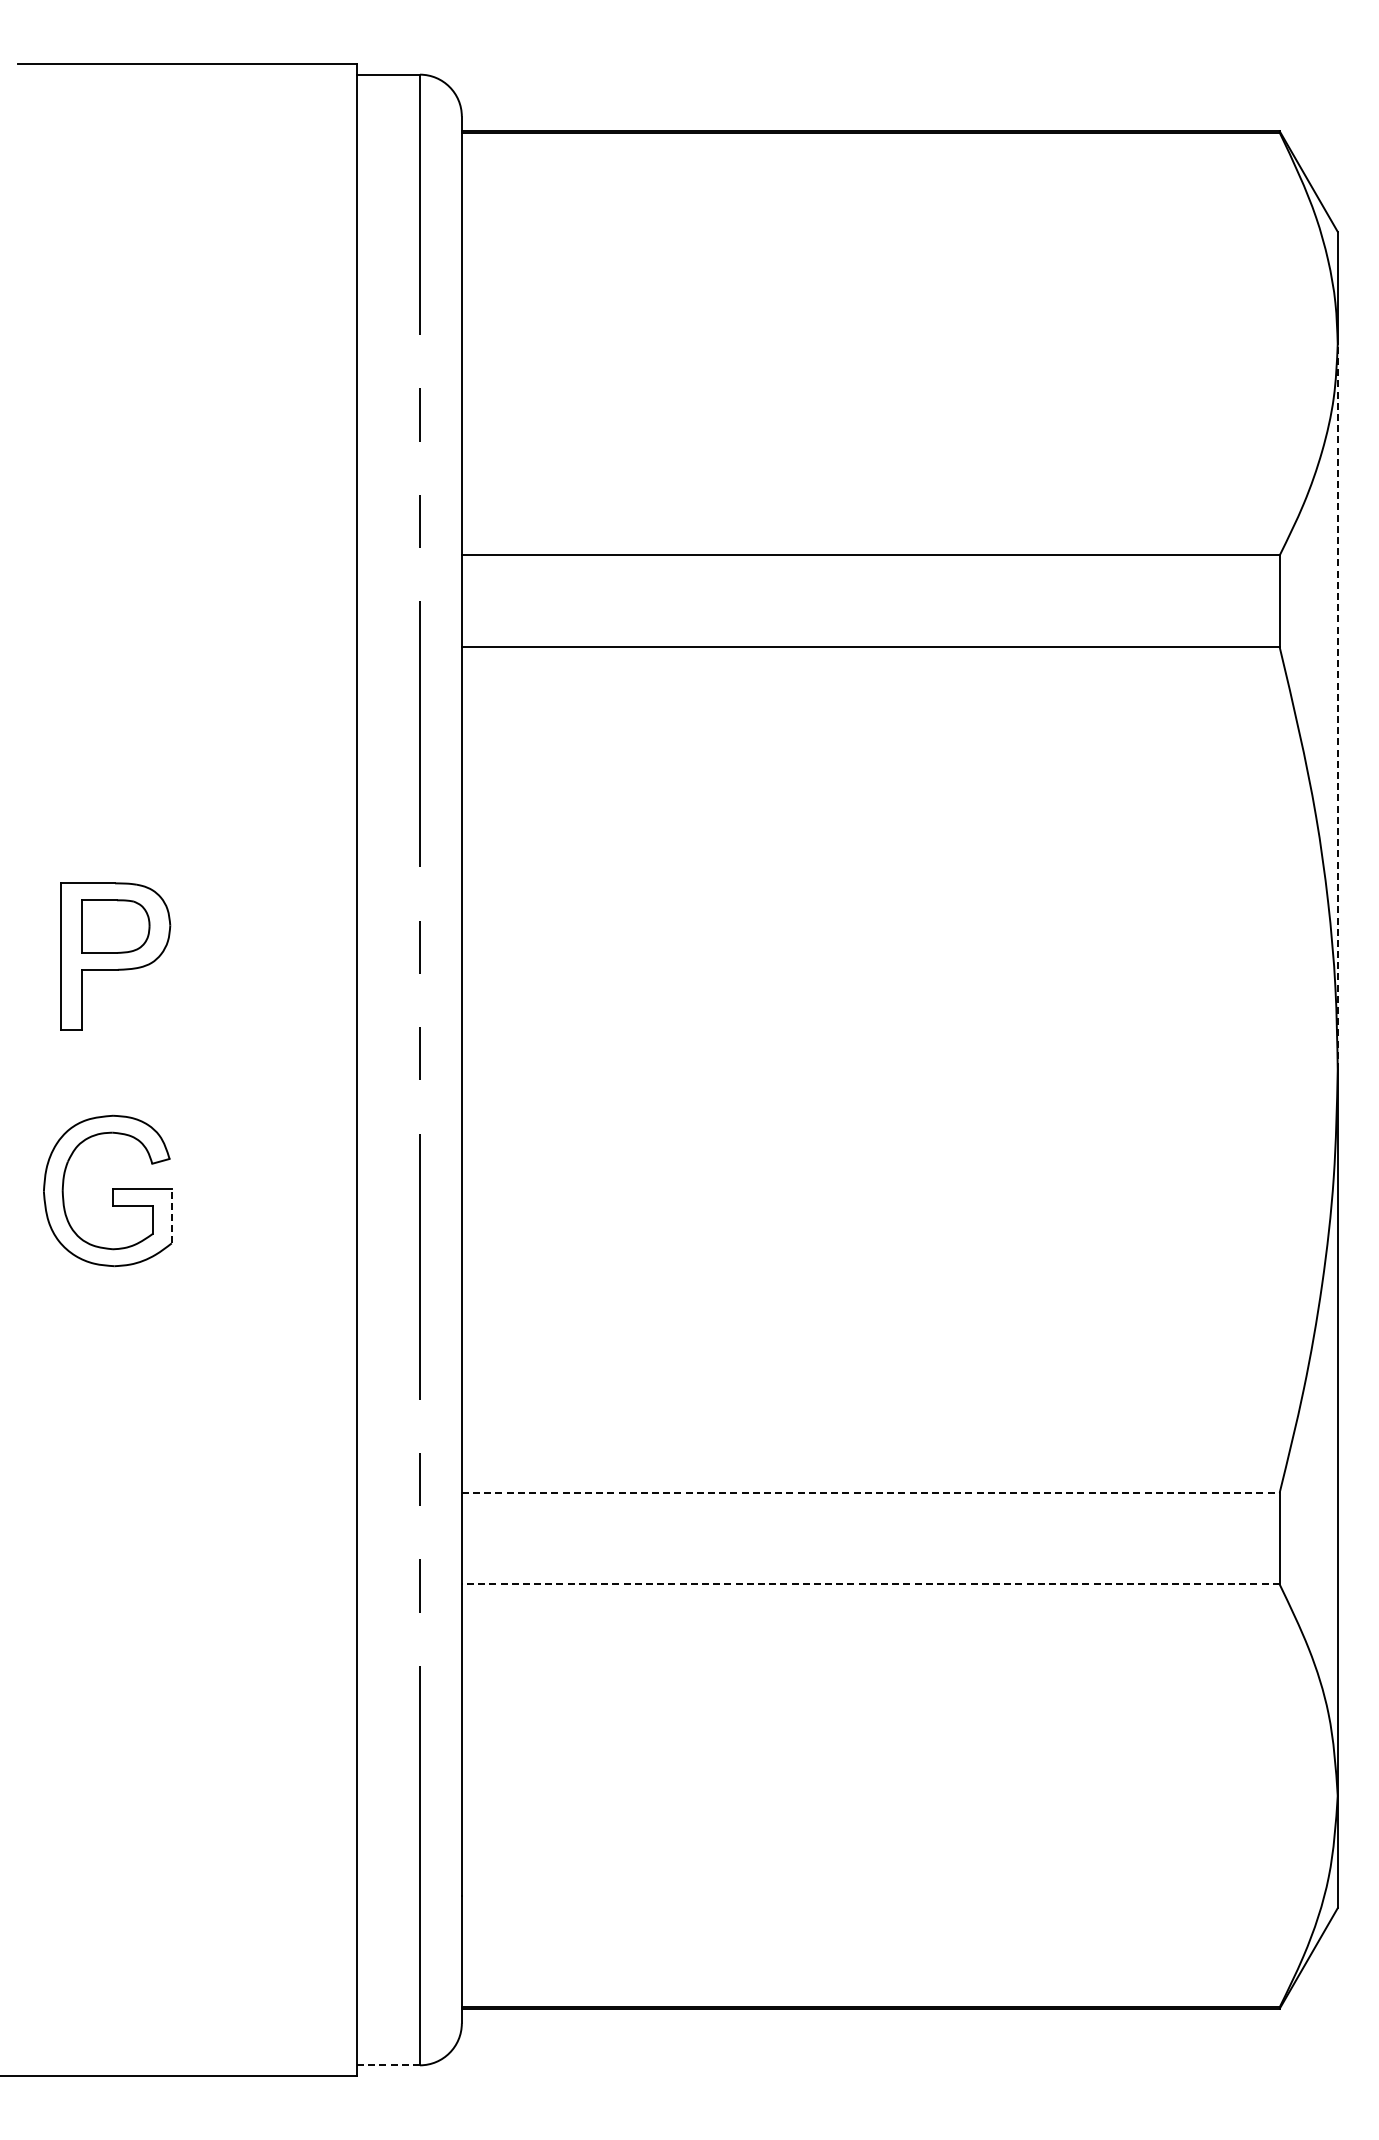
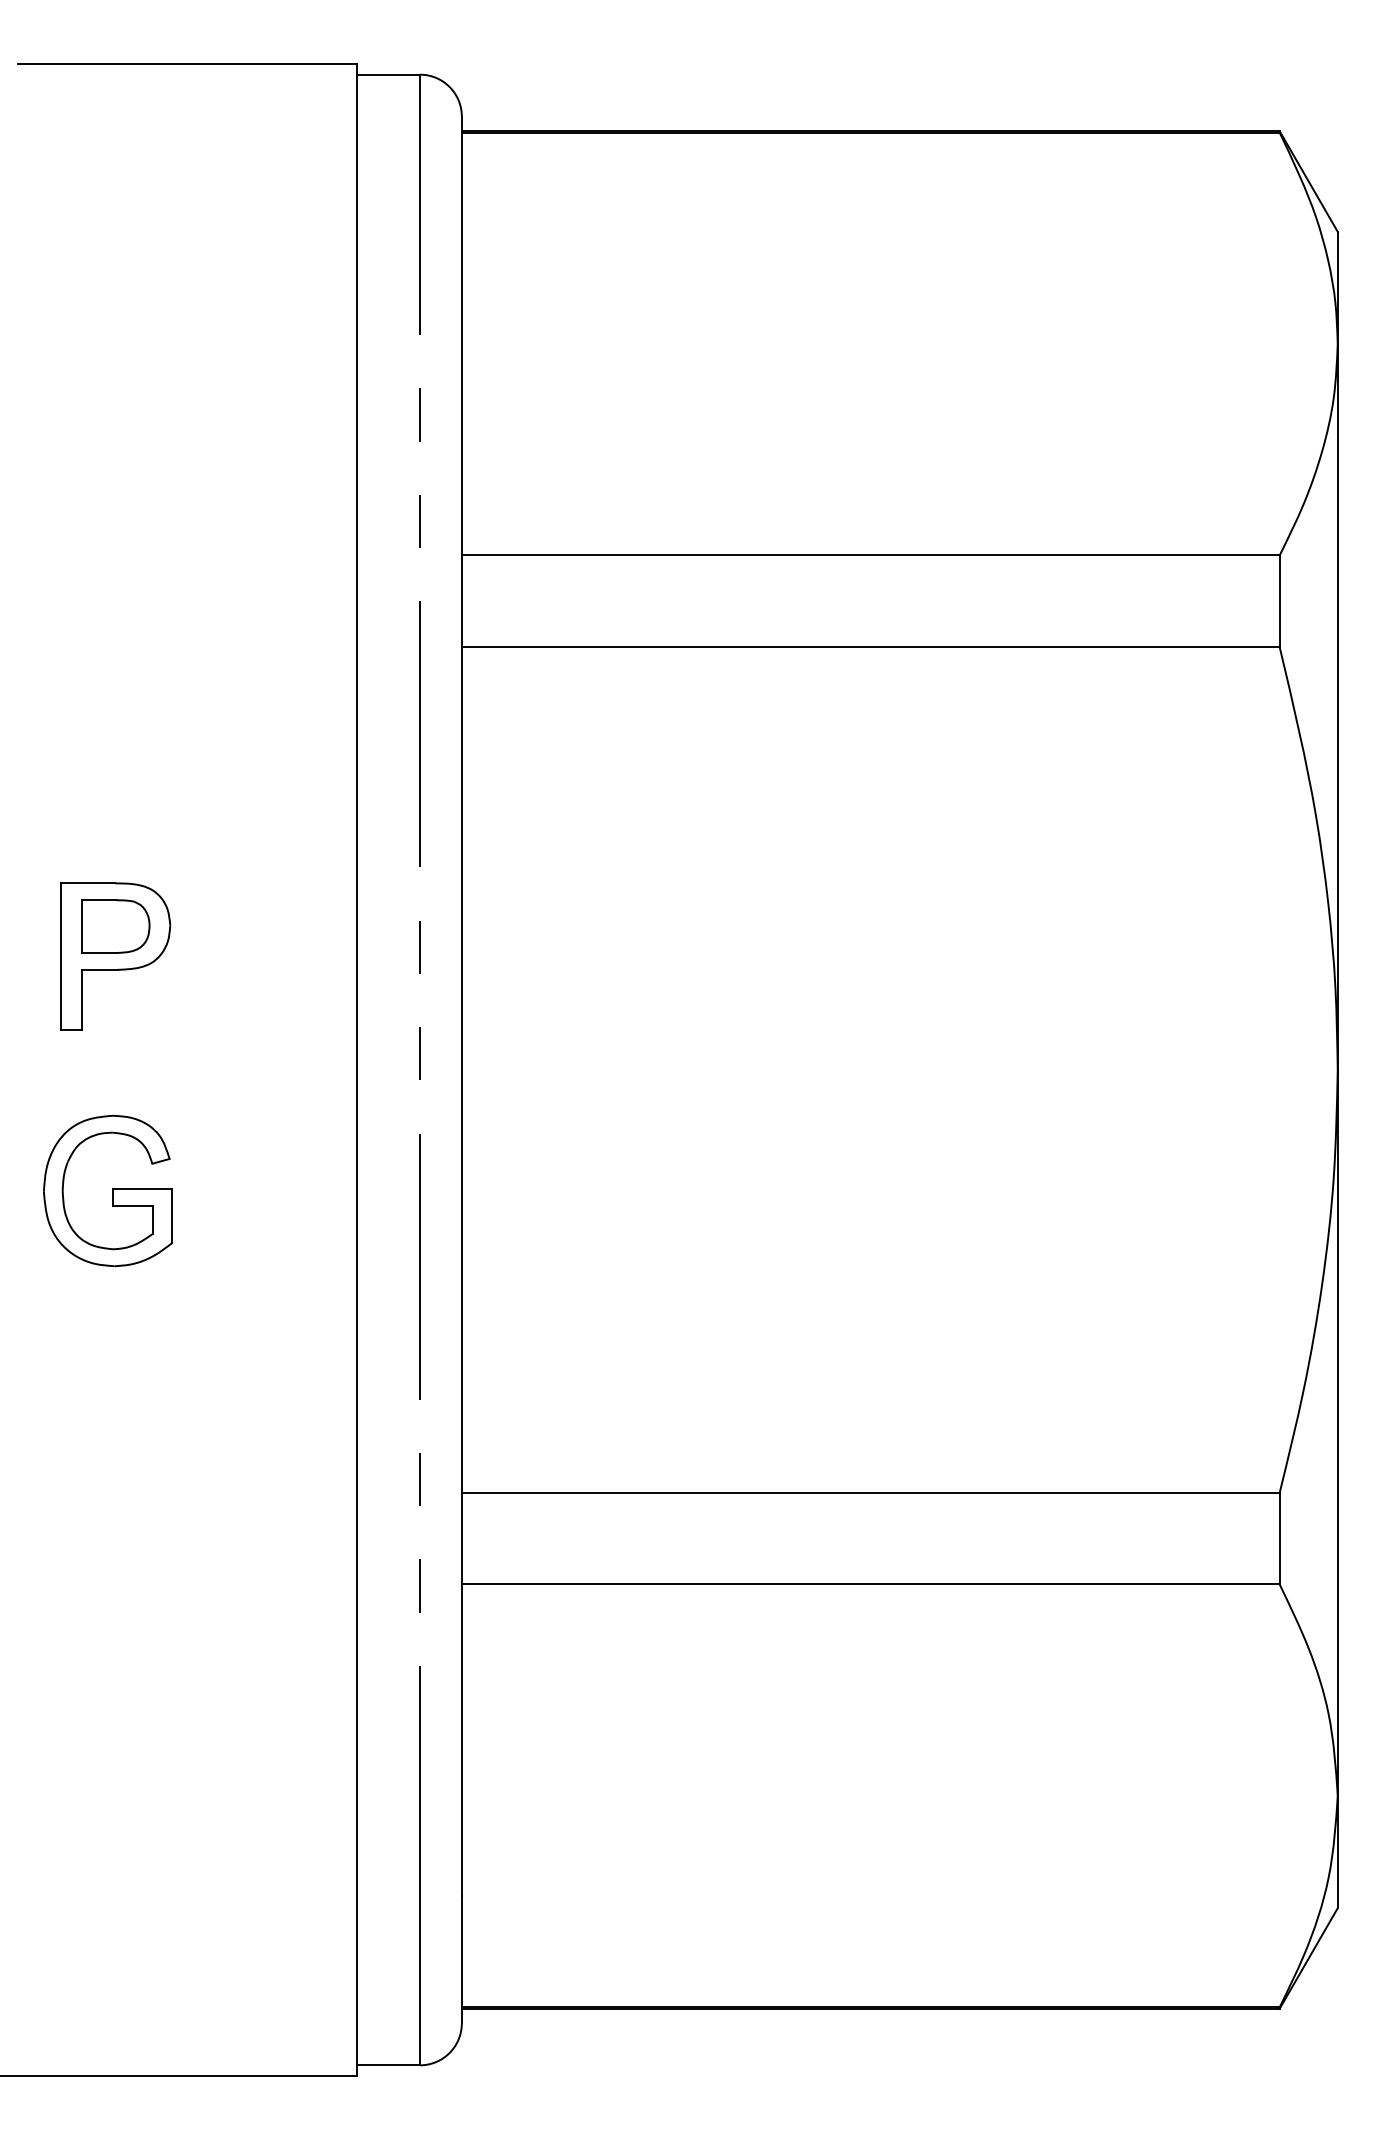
line at (1337, 707): dashed -> solid
line at (171, 1215): dashed -> solid
line at (870, 1492): dashed -> solid
line at (870, 1584): dashed -> solid
line at (389, 2065): dashed -> solid
